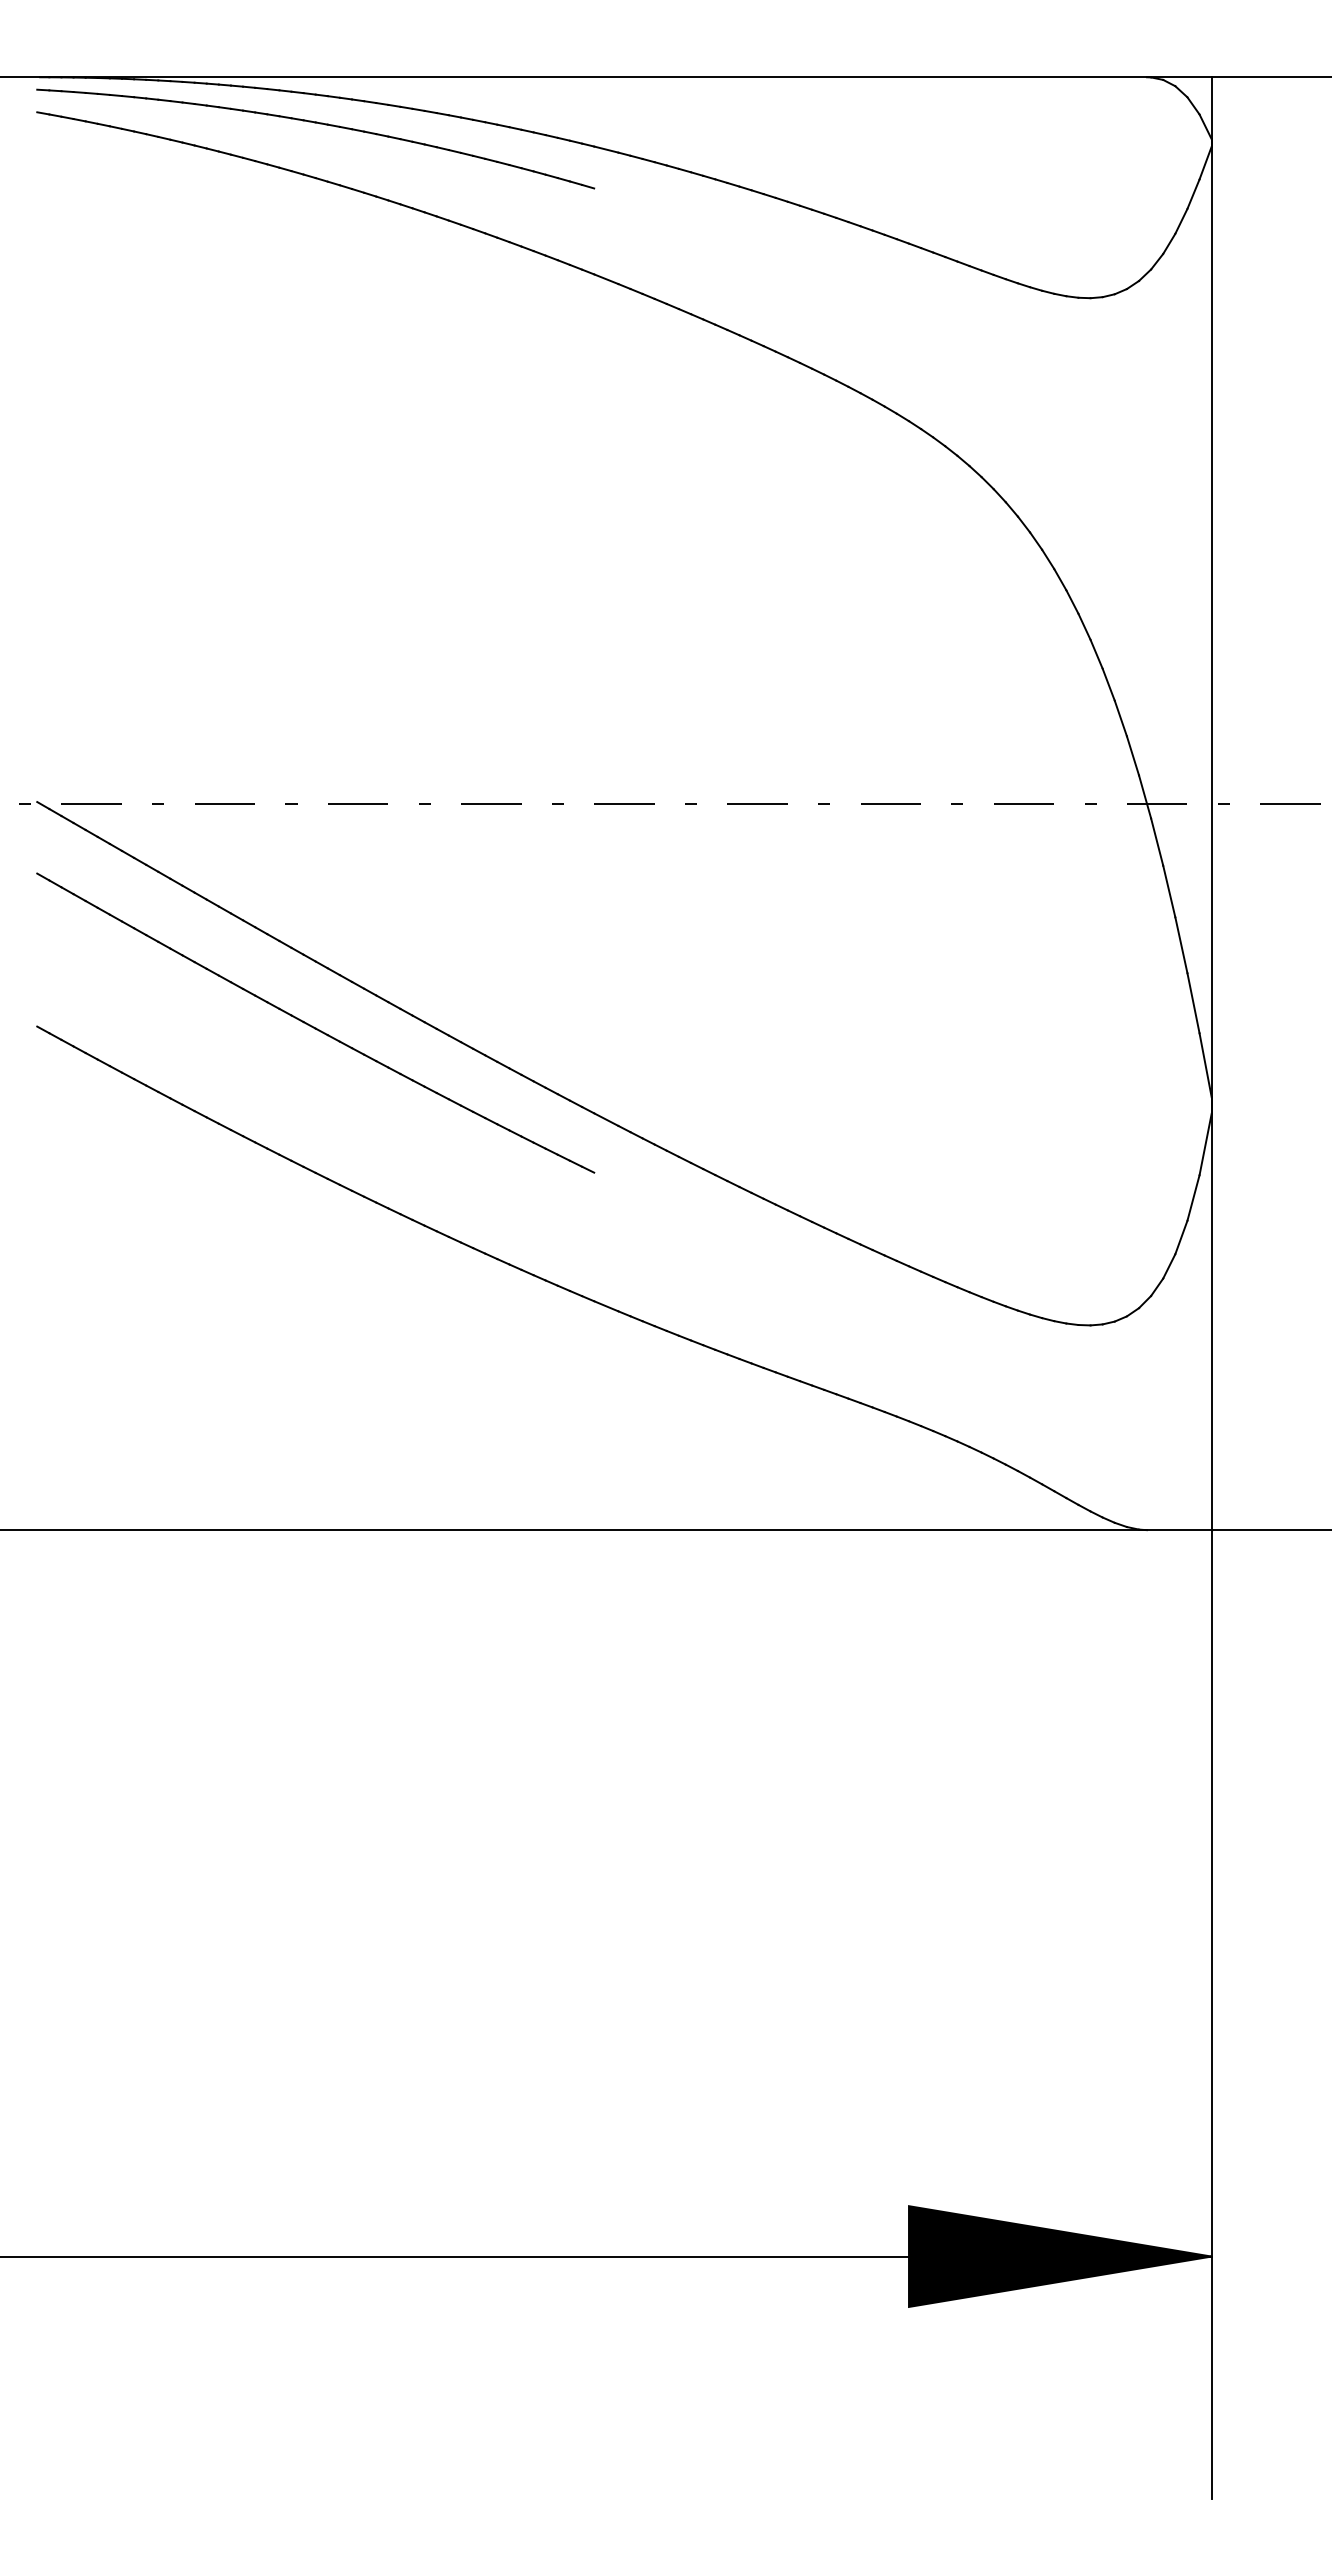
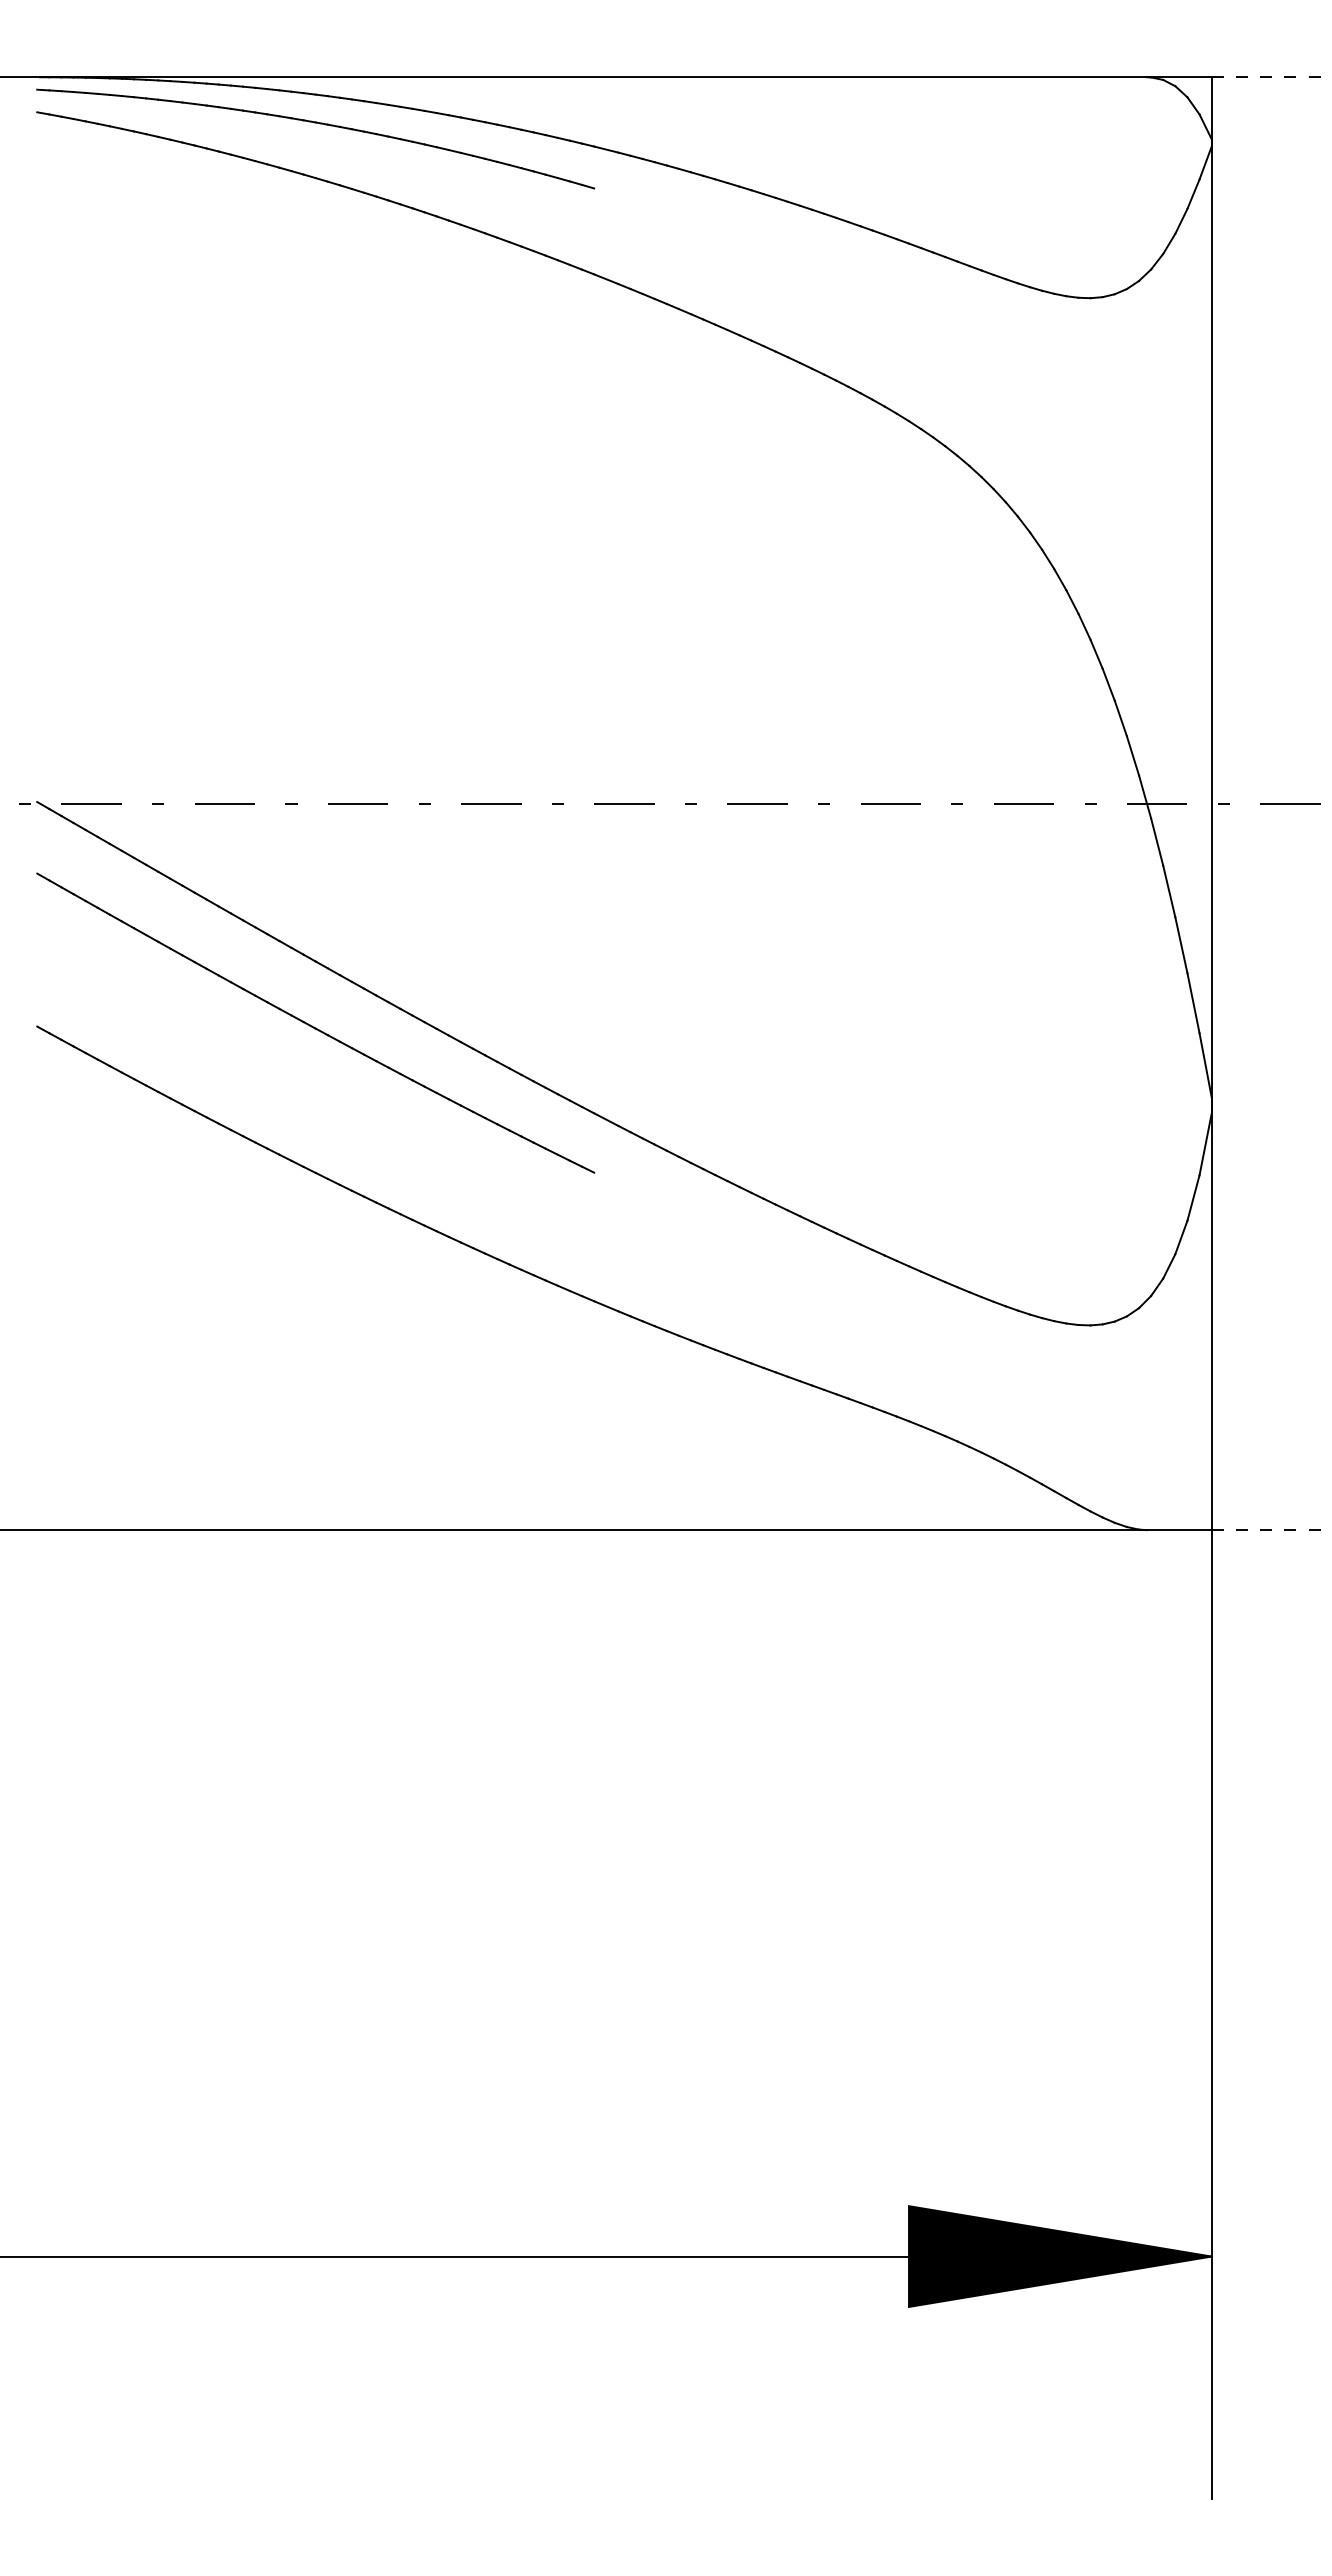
line at (1272, 77): solid -> dashed
line at (1272, 1530): solid -> dashed
